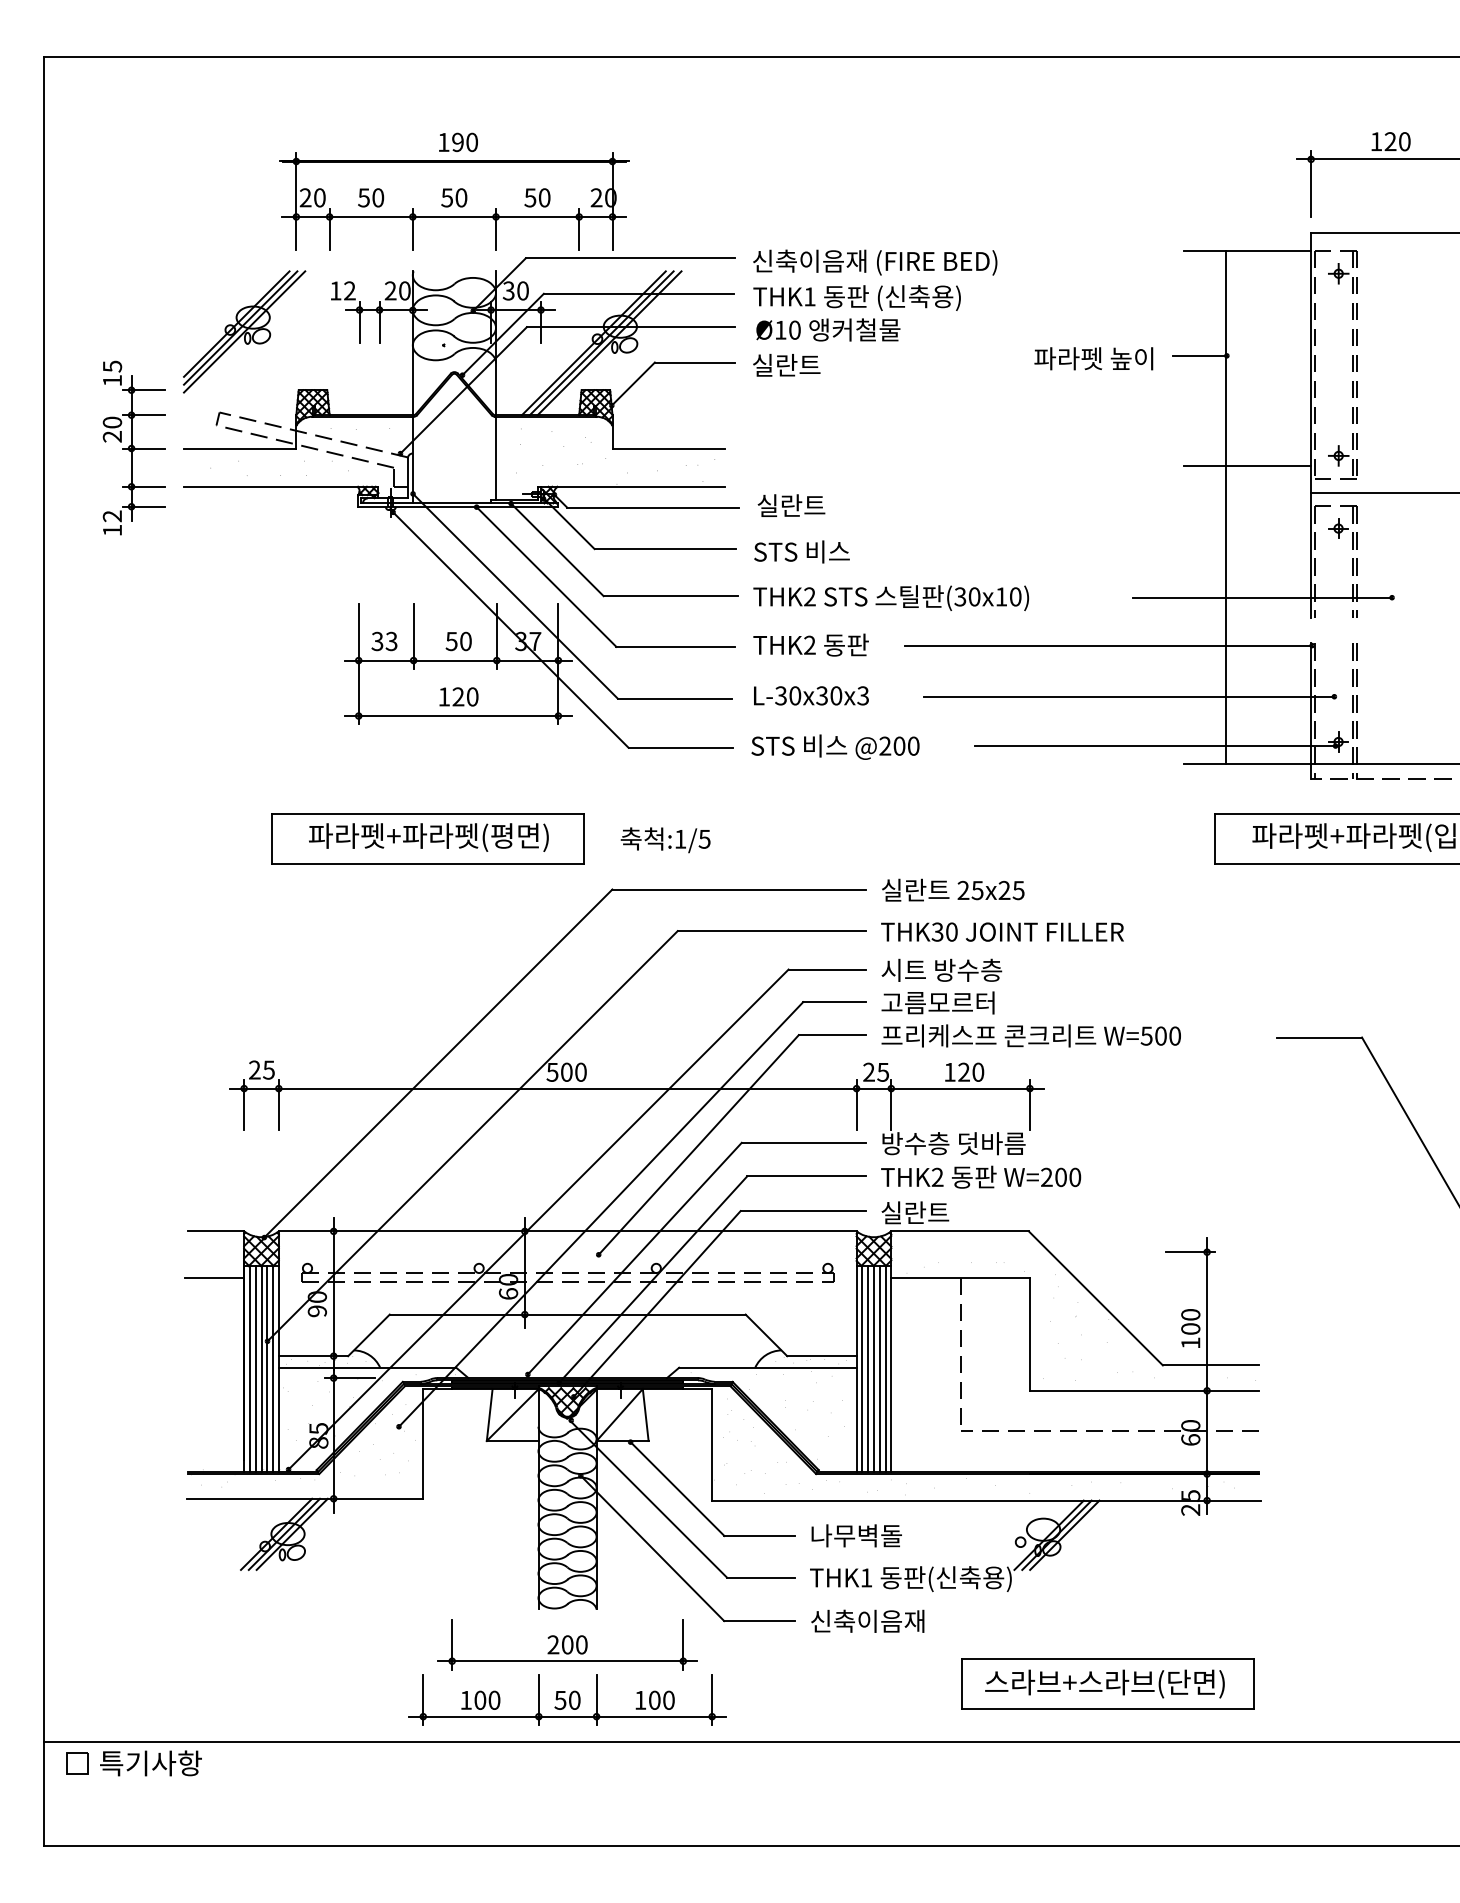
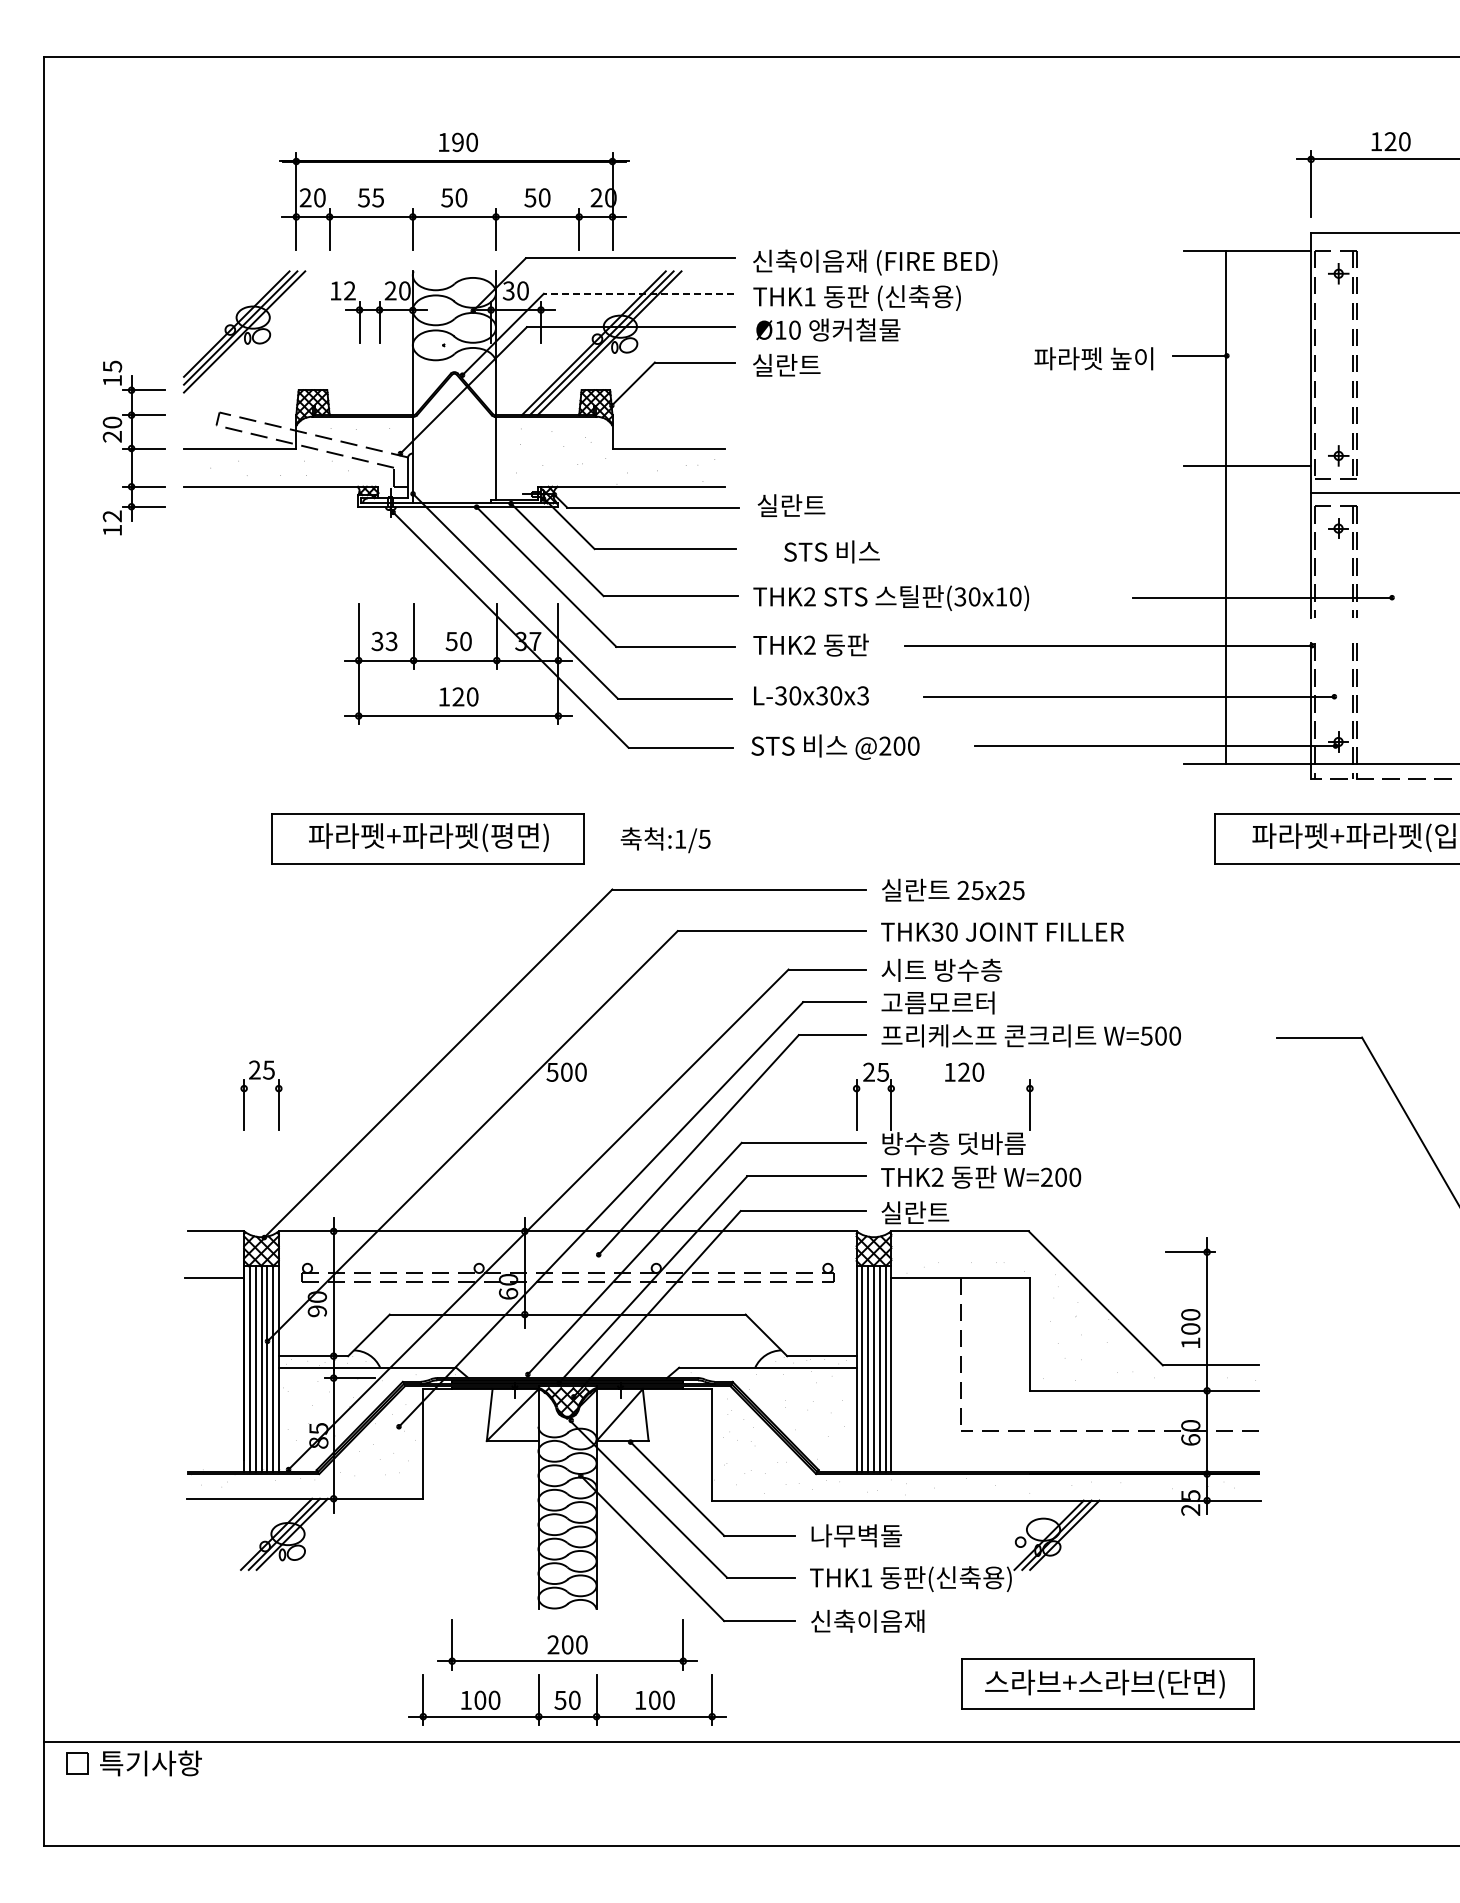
text at (378, 197): 50 -> 55
line at (638, 293): solid -> dashed
text at (801, 551) position: (801, 551) -> (831, 551)
line at (636, 1088): present -> none
